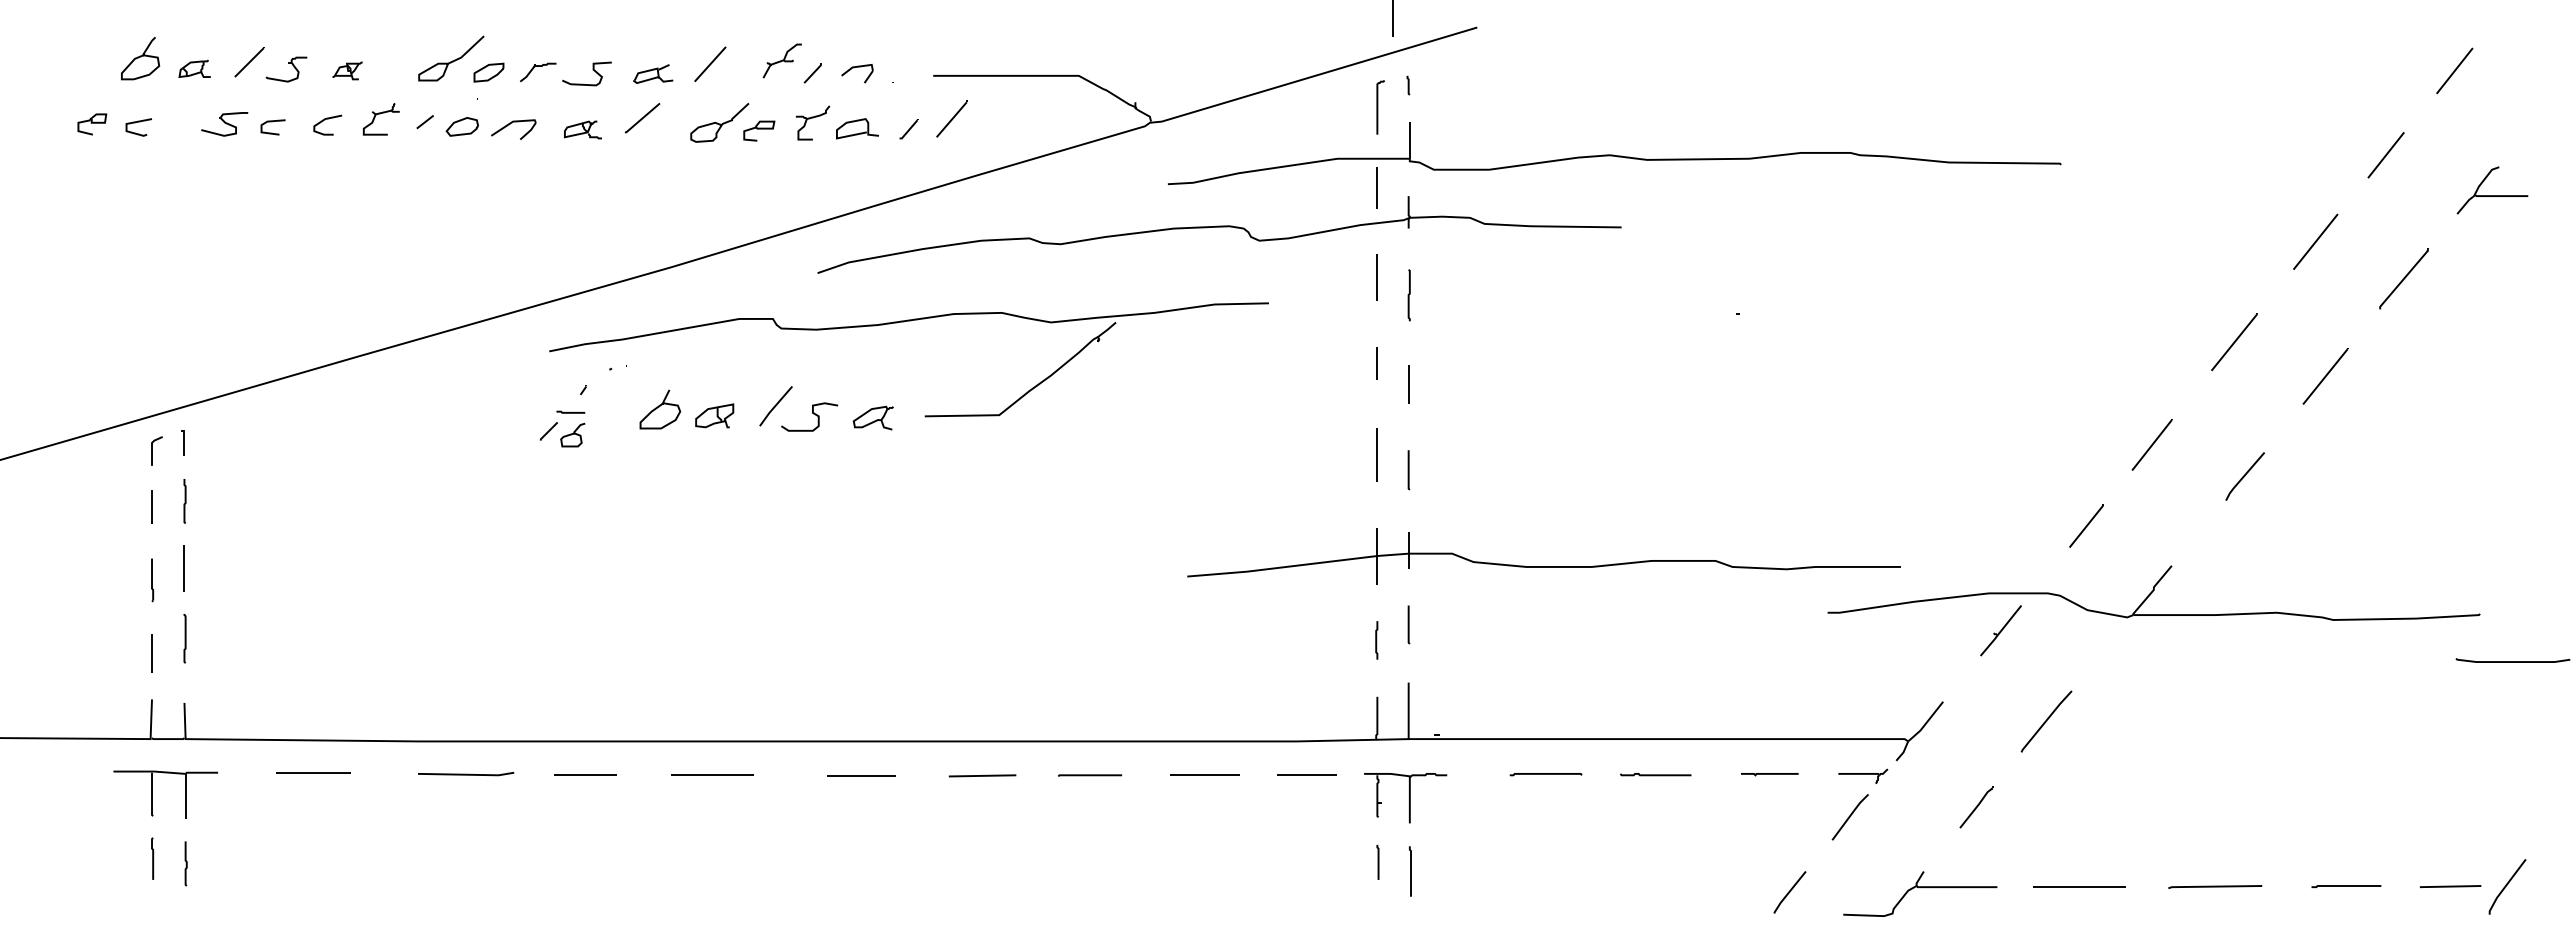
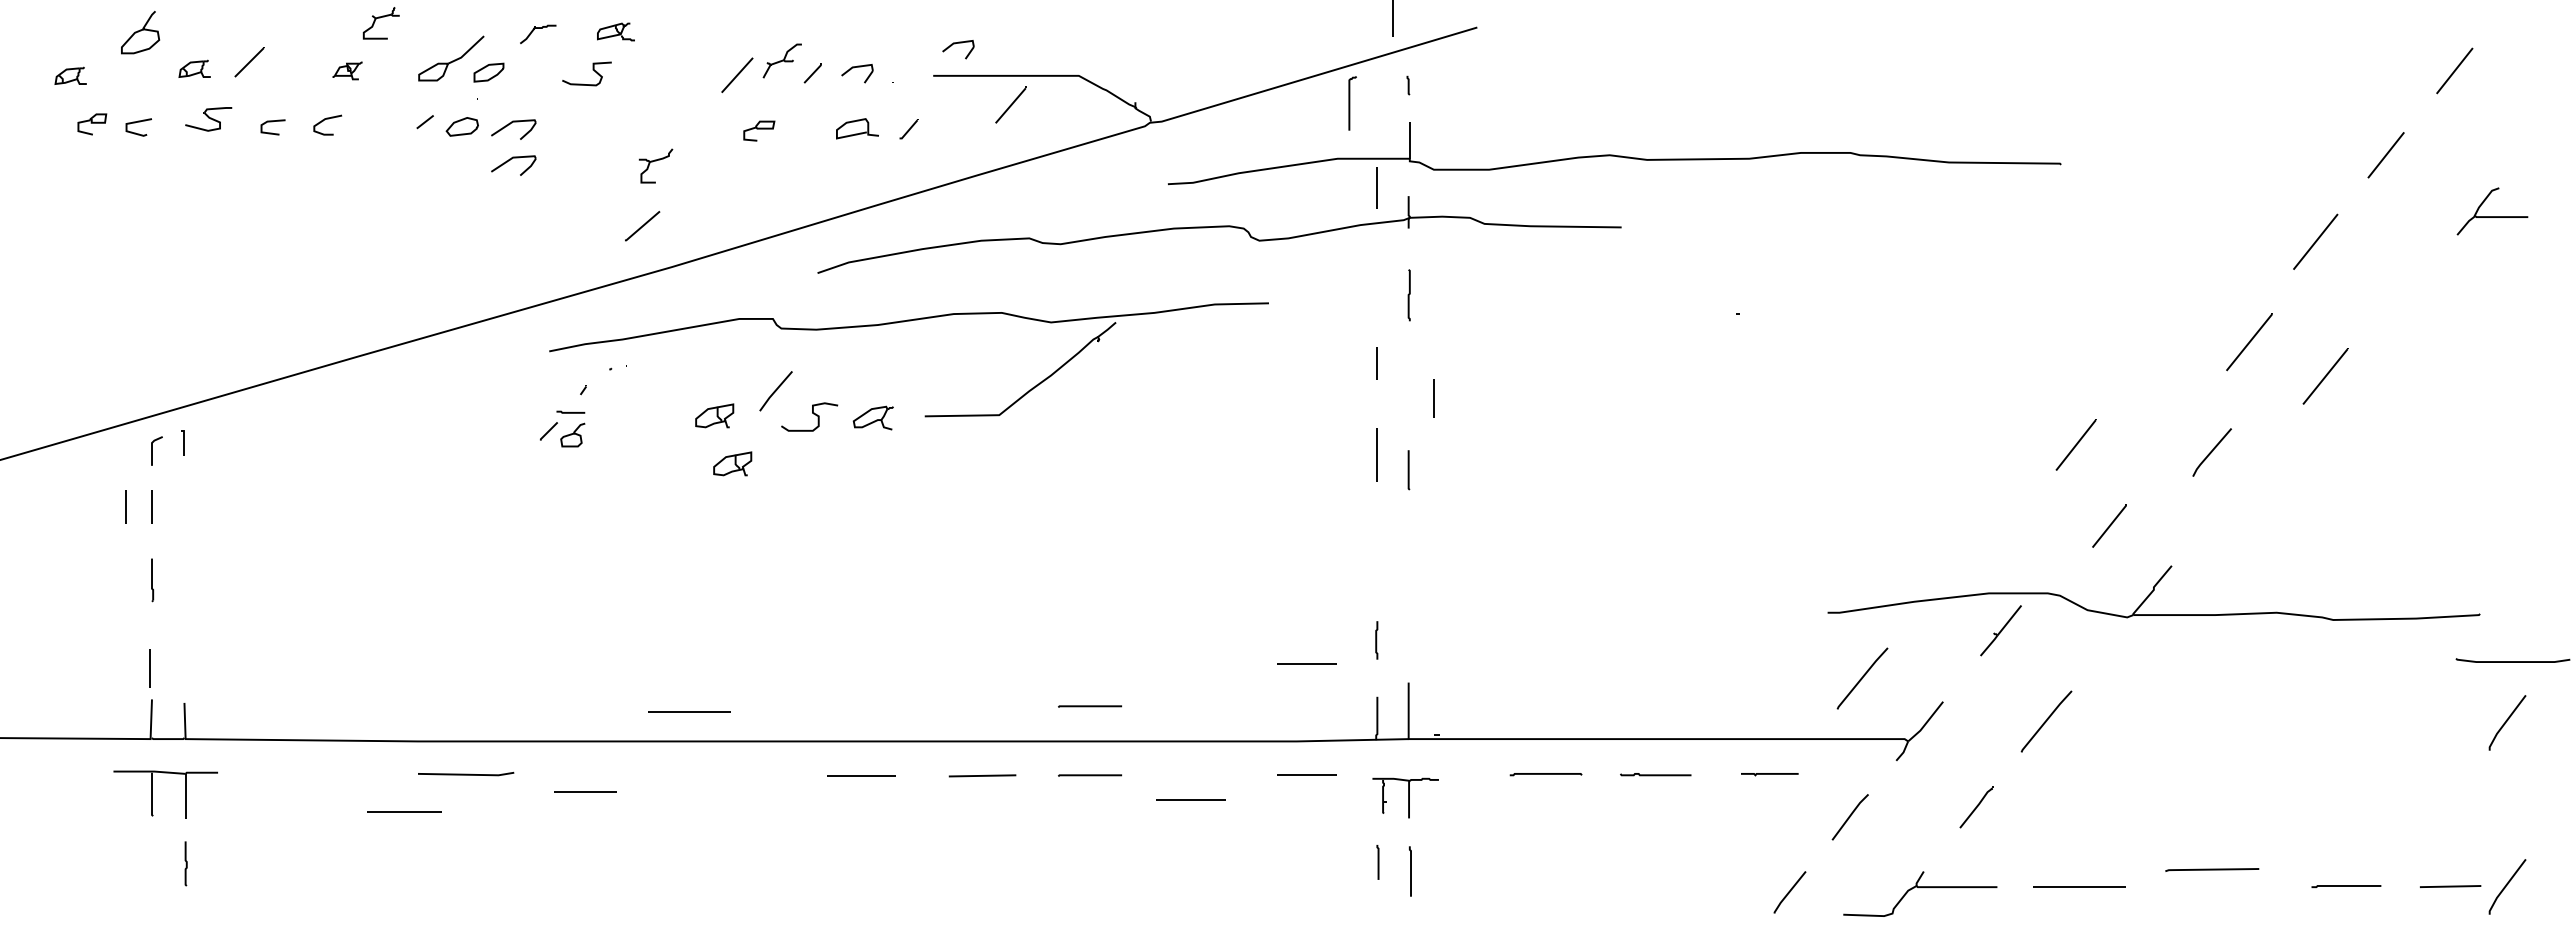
part at (958, 49): none -> present
curve at (140, 57) position: (140, 57) -> (140, 31)
part at (288, 63): present -> none
line at (710, 63) position: (710, 63) -> (737, 74)
part at (538, 72) position: (538, 72) -> (538, 34)
part at (653, 73): present -> none
part at (70, 75): none -> present
curve at (1378, 107) position: (1378, 107) -> (1350, 103)
line at (642, 118) position: (642, 118) -> (642, 226)
line at (951, 118) position: (951, 118) -> (1010, 104)
part at (380, 119) position: (380, 119) -> (380, 23)
part at (812, 122) position: (812, 122) -> (655, 165)
curve at (719, 123): present -> none
part at (224, 124) position: (224, 124) -> (208, 119)
part at (582, 129) position: (582, 129) -> (615, 31)
part at (513, 165): none -> present
part at (2492, 190) position: (2492, 190) -> (2492, 211)
line at (1376, 277): present -> none
part at (2403, 278): present -> none
line at (2234, 342) position: (2234, 342) -> (2249, 342)
line at (1408, 384) position: (1408, 384) -> (1433, 398)
line at (775, 406) position: (775, 406) -> (775, 391)
part at (660, 409): present -> none
line at (2151, 444) position: (2151, 444) -> (2075, 444)
part at (732, 463): none -> present
line at (2244, 476) position: (2244, 476) -> (2211, 452)
line at (184, 501): present -> none
line at (125, 506): none -> present
line at (2086, 525) position: (2086, 525) -> (2109, 525)
part at (1543, 566): present -> none
line at (183, 568): present -> none
line at (1408, 624): present -> none
line at (184, 638): present -> none
line at (151, 653) position: (151, 653) -> (149, 668)
line at (1306, 663): none -> present
line at (1862, 678): none -> present
line at (1090, 706): none -> present
line at (2507, 721): none -> present
line at (313, 772) position: (313, 772) -> (404, 811)
line at (585, 774) position: (585, 774) -> (585, 791)
line at (712, 774) position: (712, 774) -> (689, 711)
line at (1204, 774) position: (1204, 774) -> (1190, 799)
part at (1863, 775): present -> none
part at (1405, 798) size: 84x51 px -> 67x42 px
line at (152, 858): present -> none
line at (2215, 886) position: (2215, 886) -> (2212, 869)
